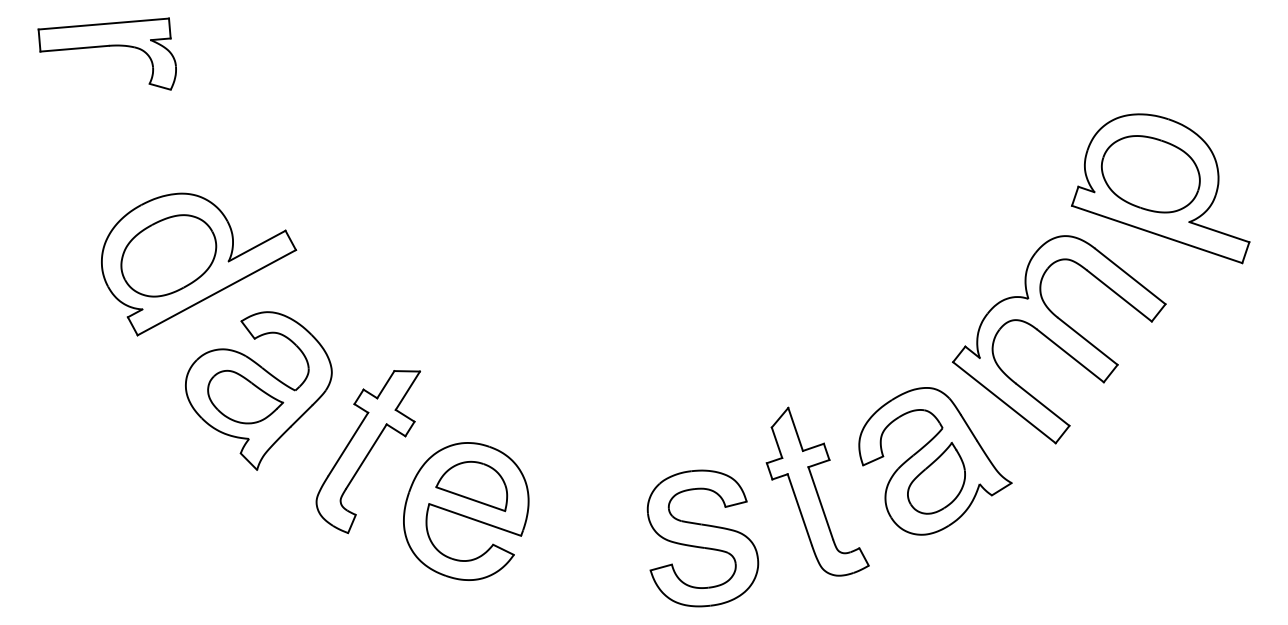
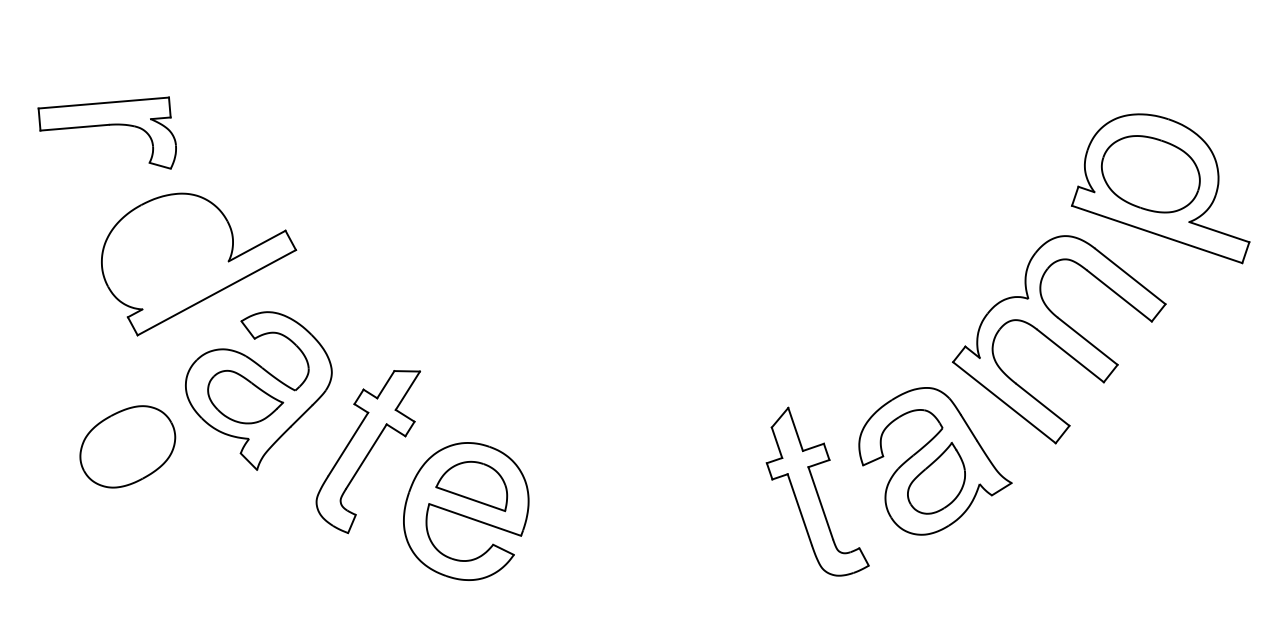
part at (104, 47) position: (104, 47) -> (104, 126)
part at (168, 255) position: (168, 255) -> (127, 446)
part at (702, 538): present -> none
